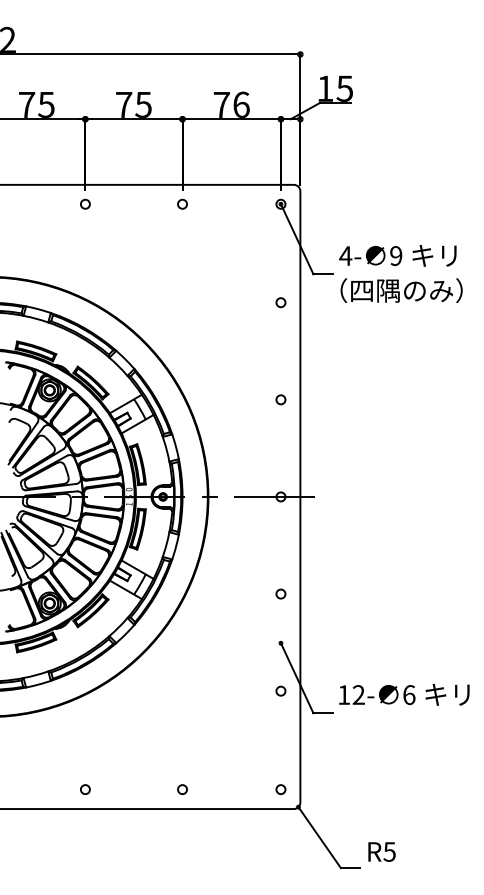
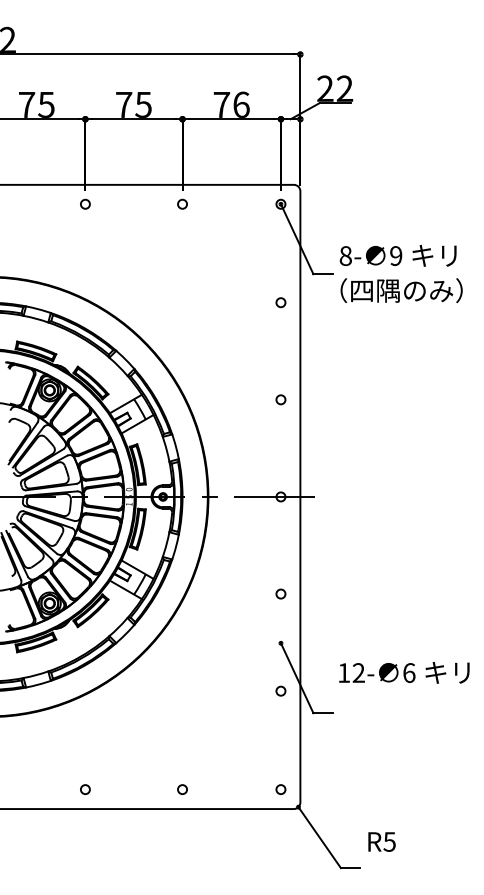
text at (335, 88): 15 -> 22
text at (345, 256): 4- -> 8-
text at (404, 694) position: (404, 694) -> (404, 672)
text at (381, 851) position: (381, 851) -> (381, 841)
